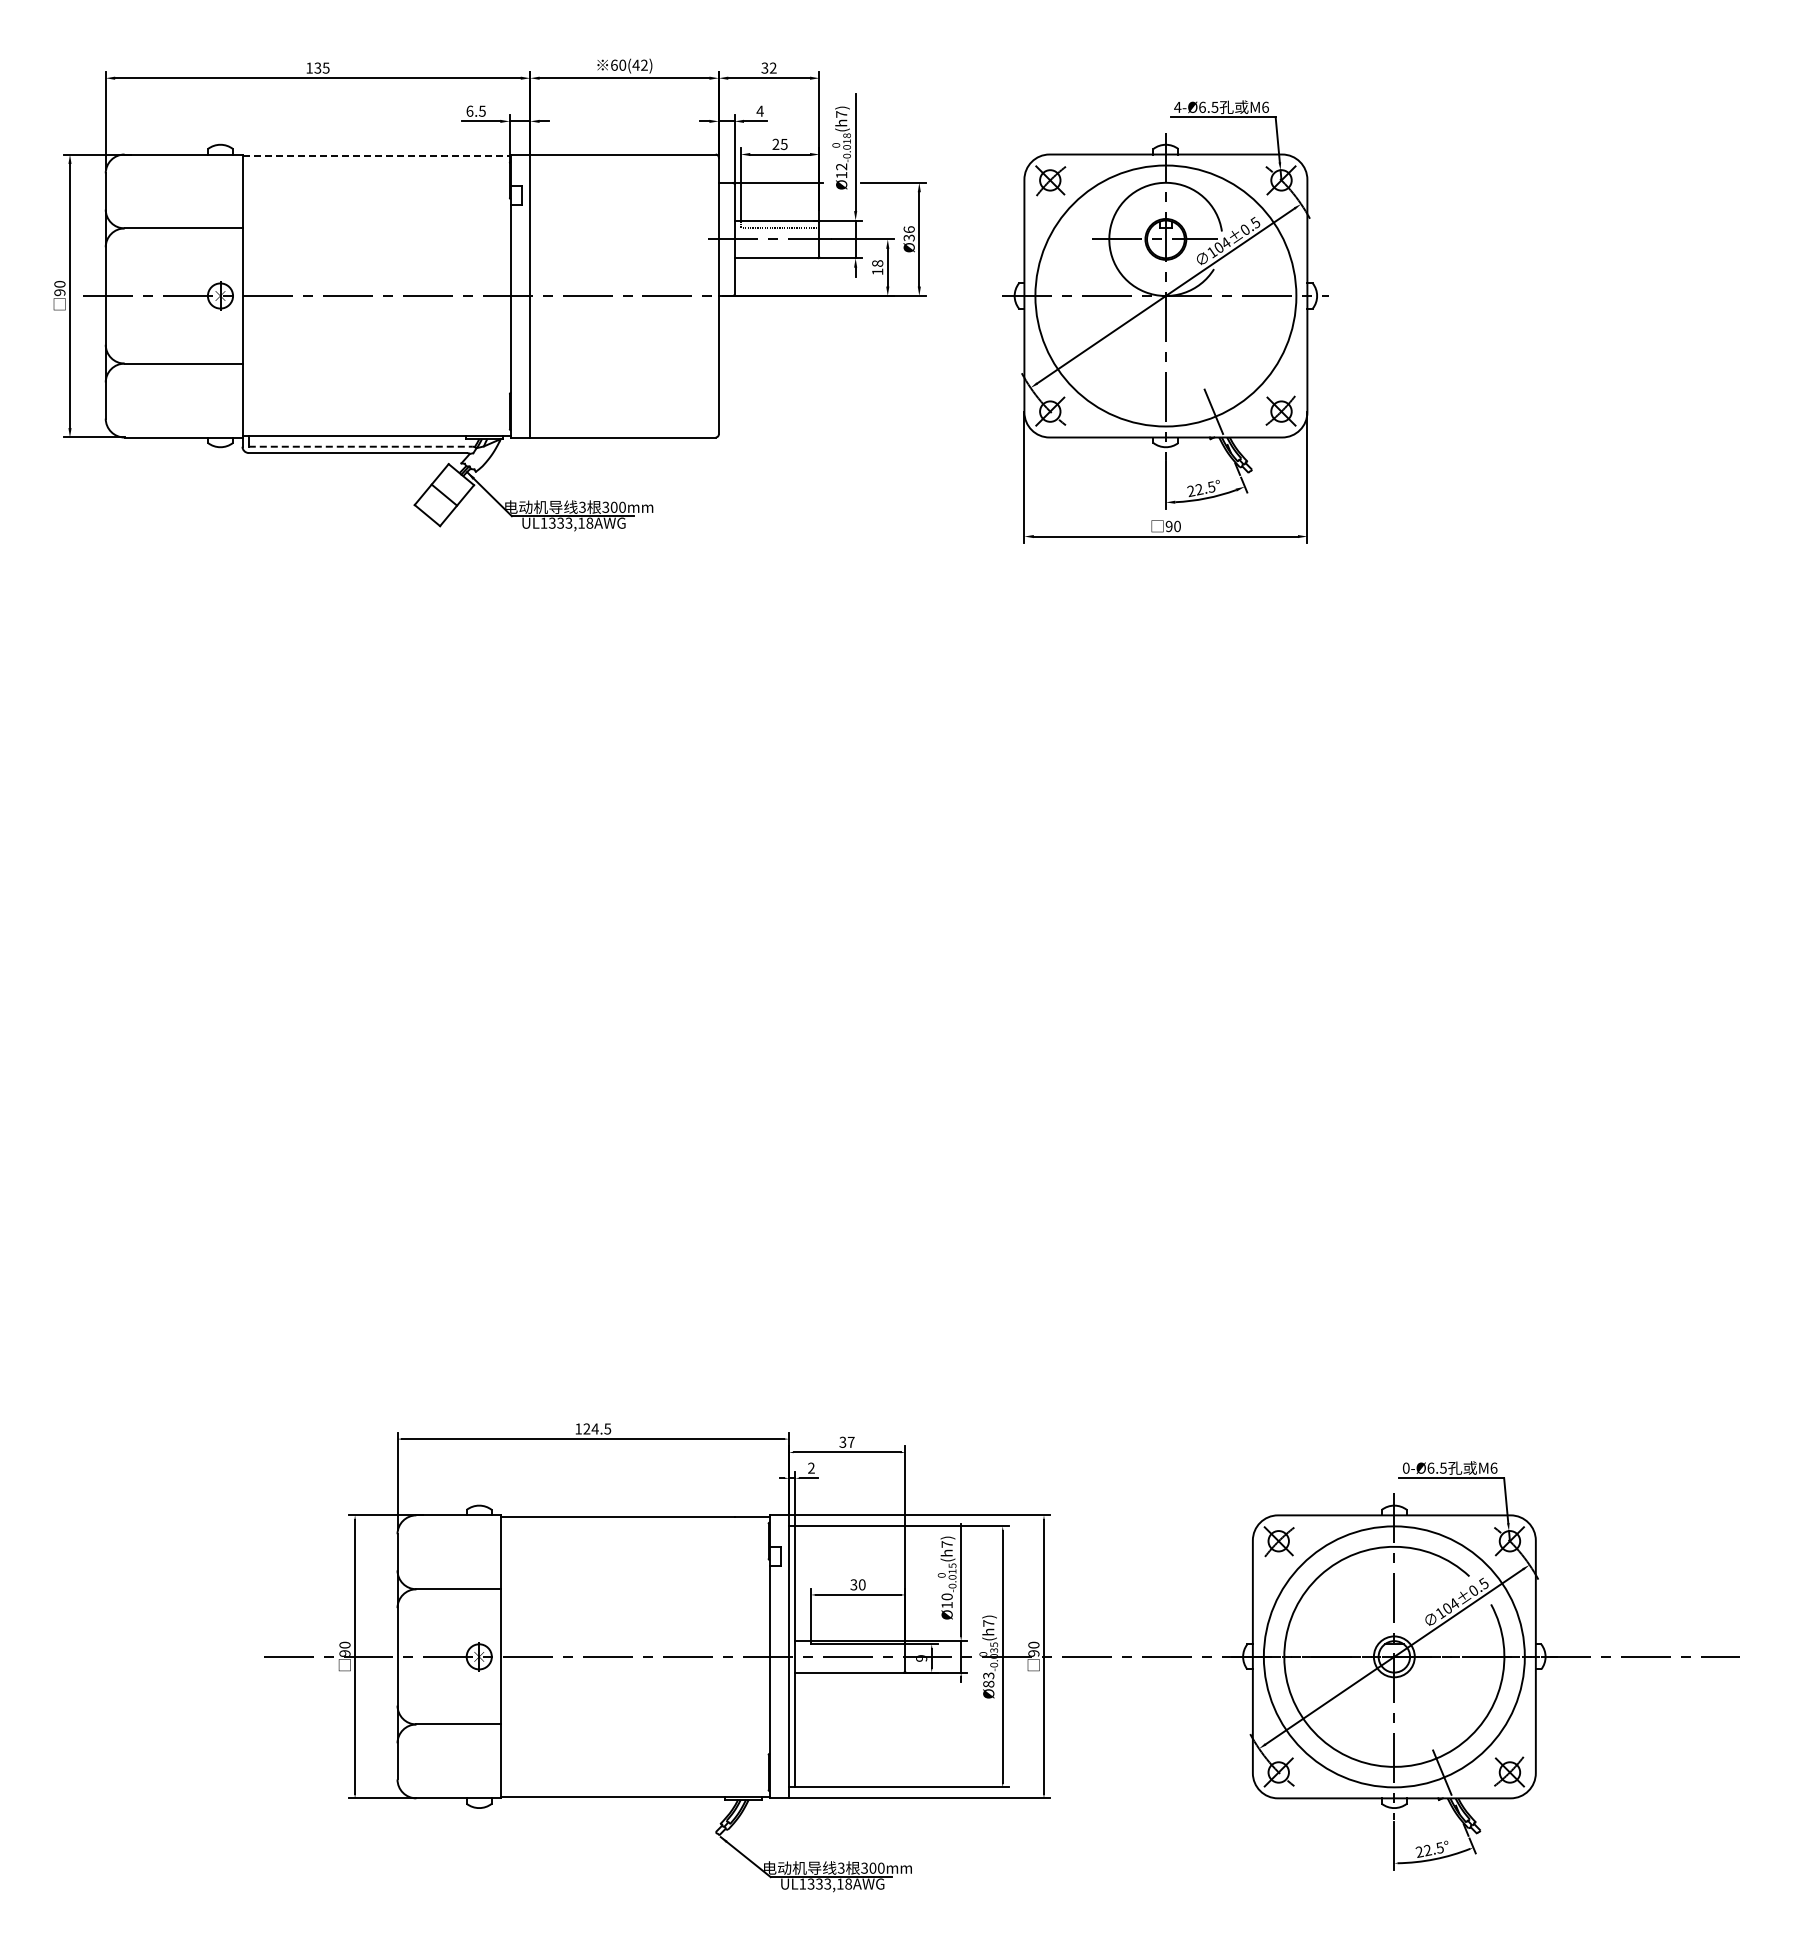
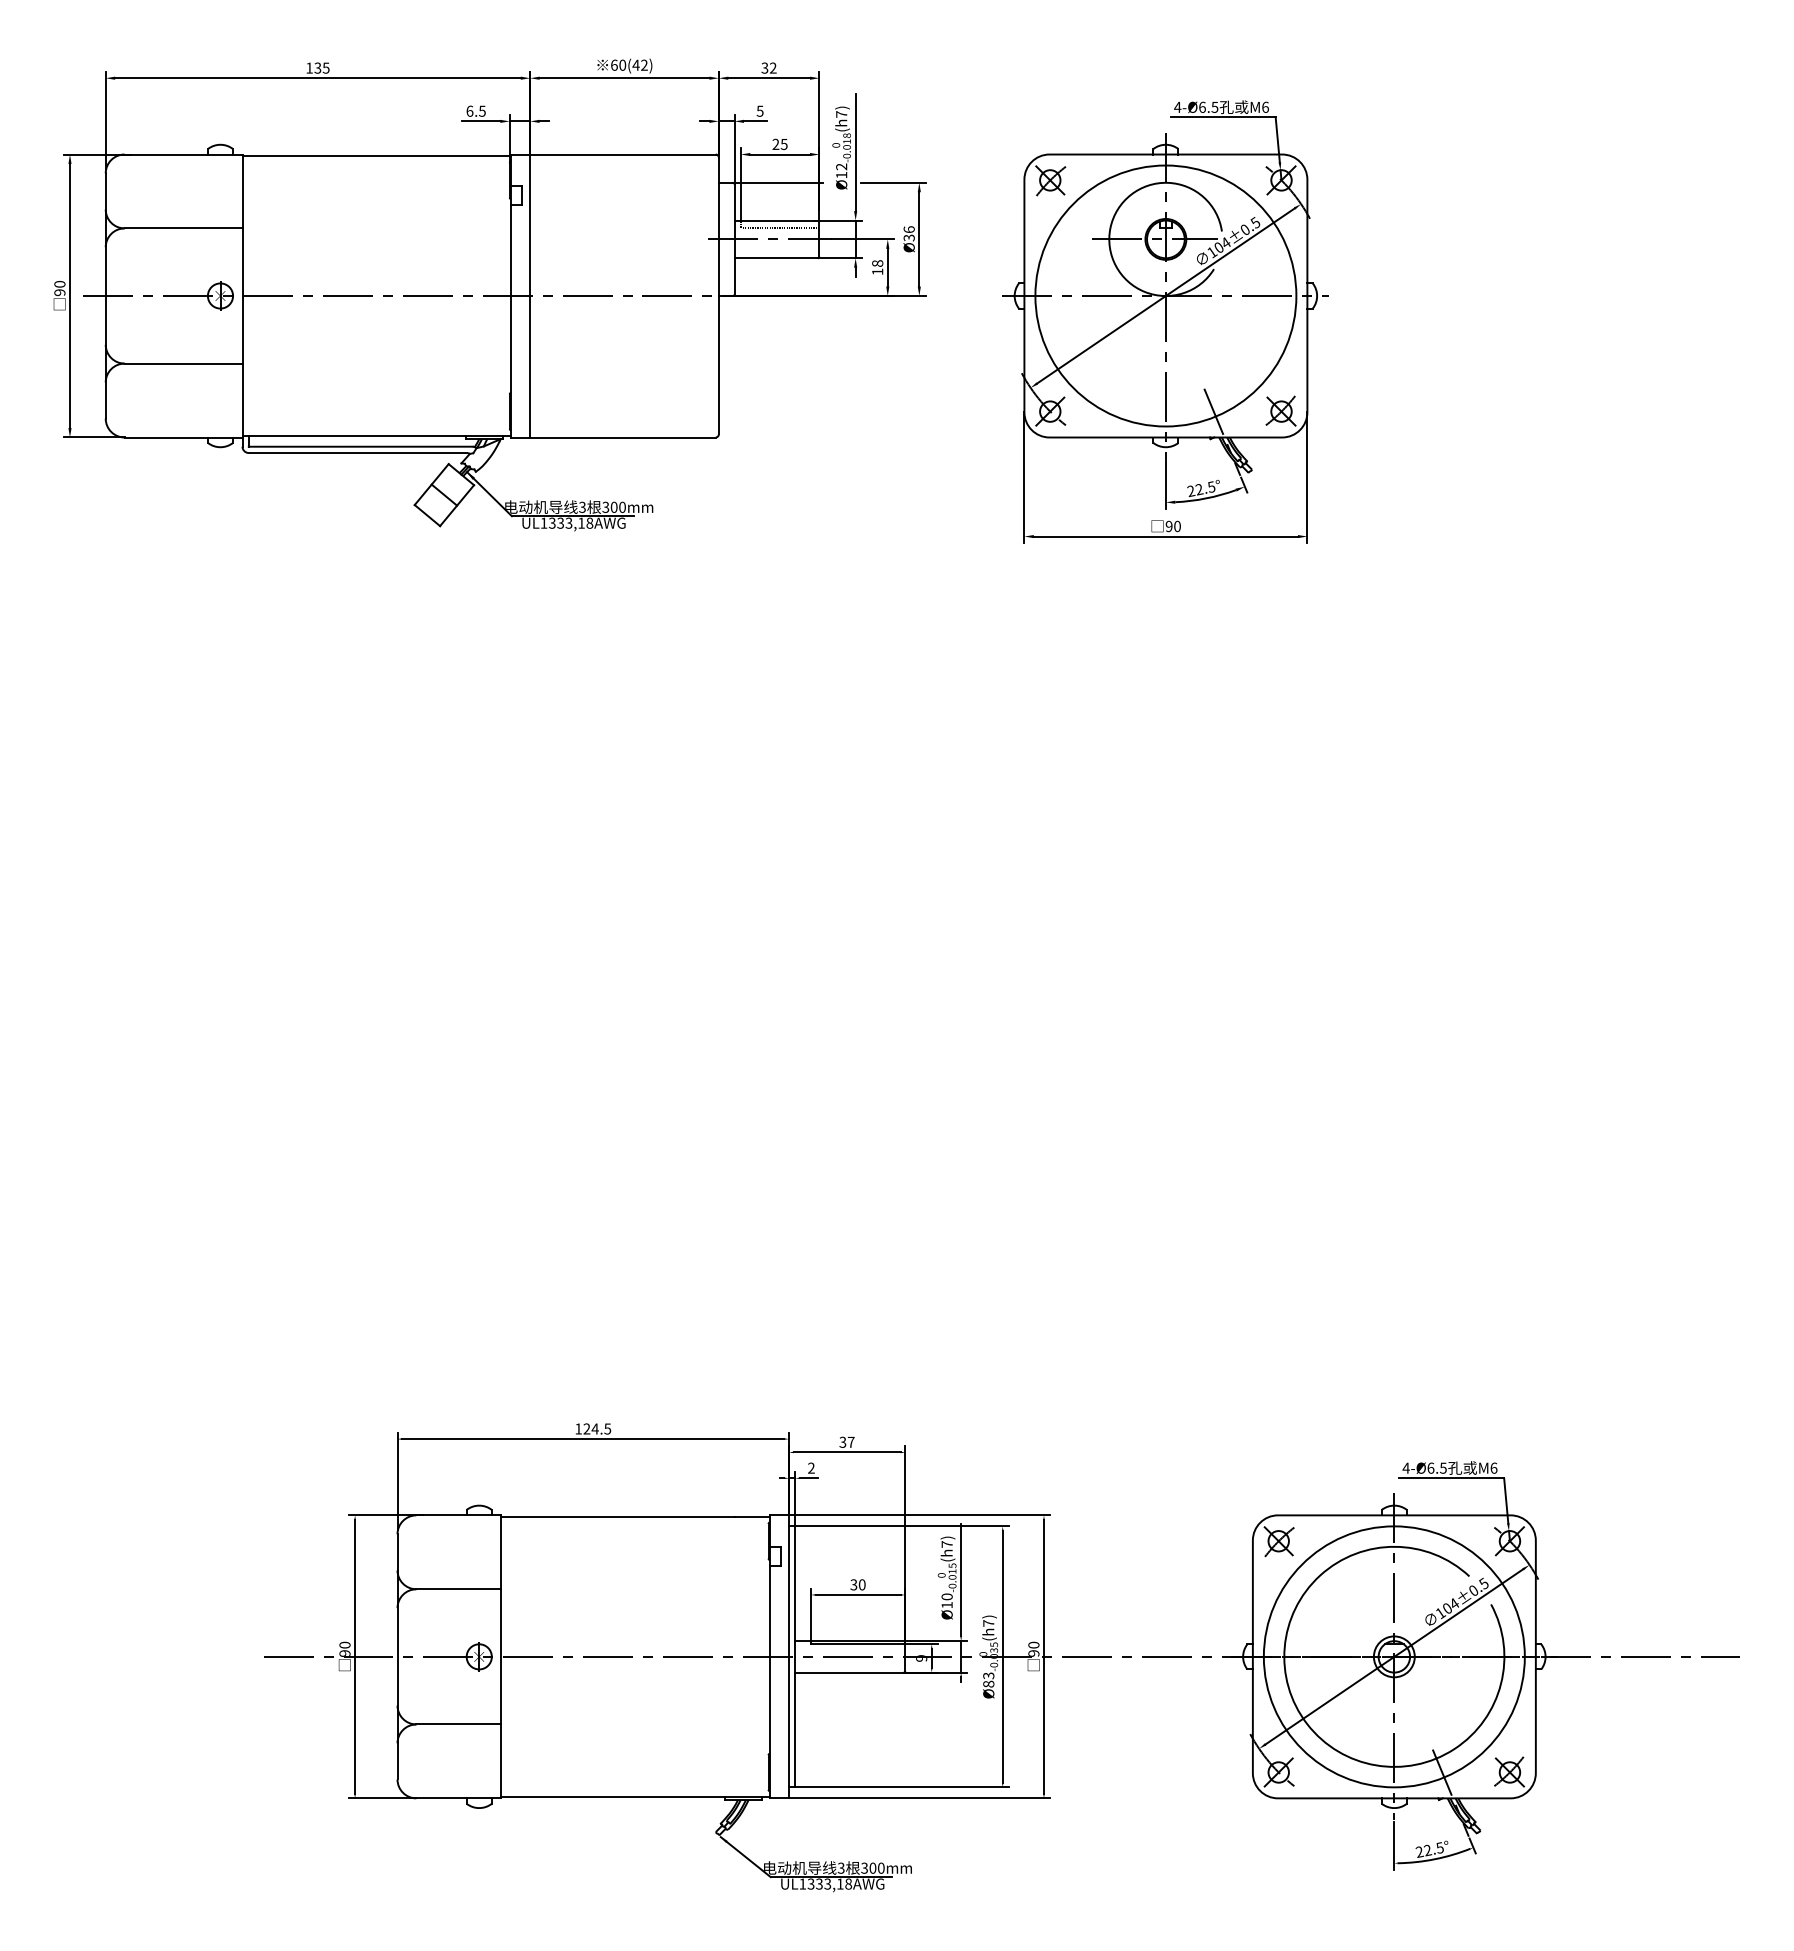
text at (759, 110): 4 -> 5
line at (377, 156): dashed -> solid
line at (360, 446): dashed -> solid
text at (1405, 1467): 0-Ø6.5 -> 4-Ø6.5
